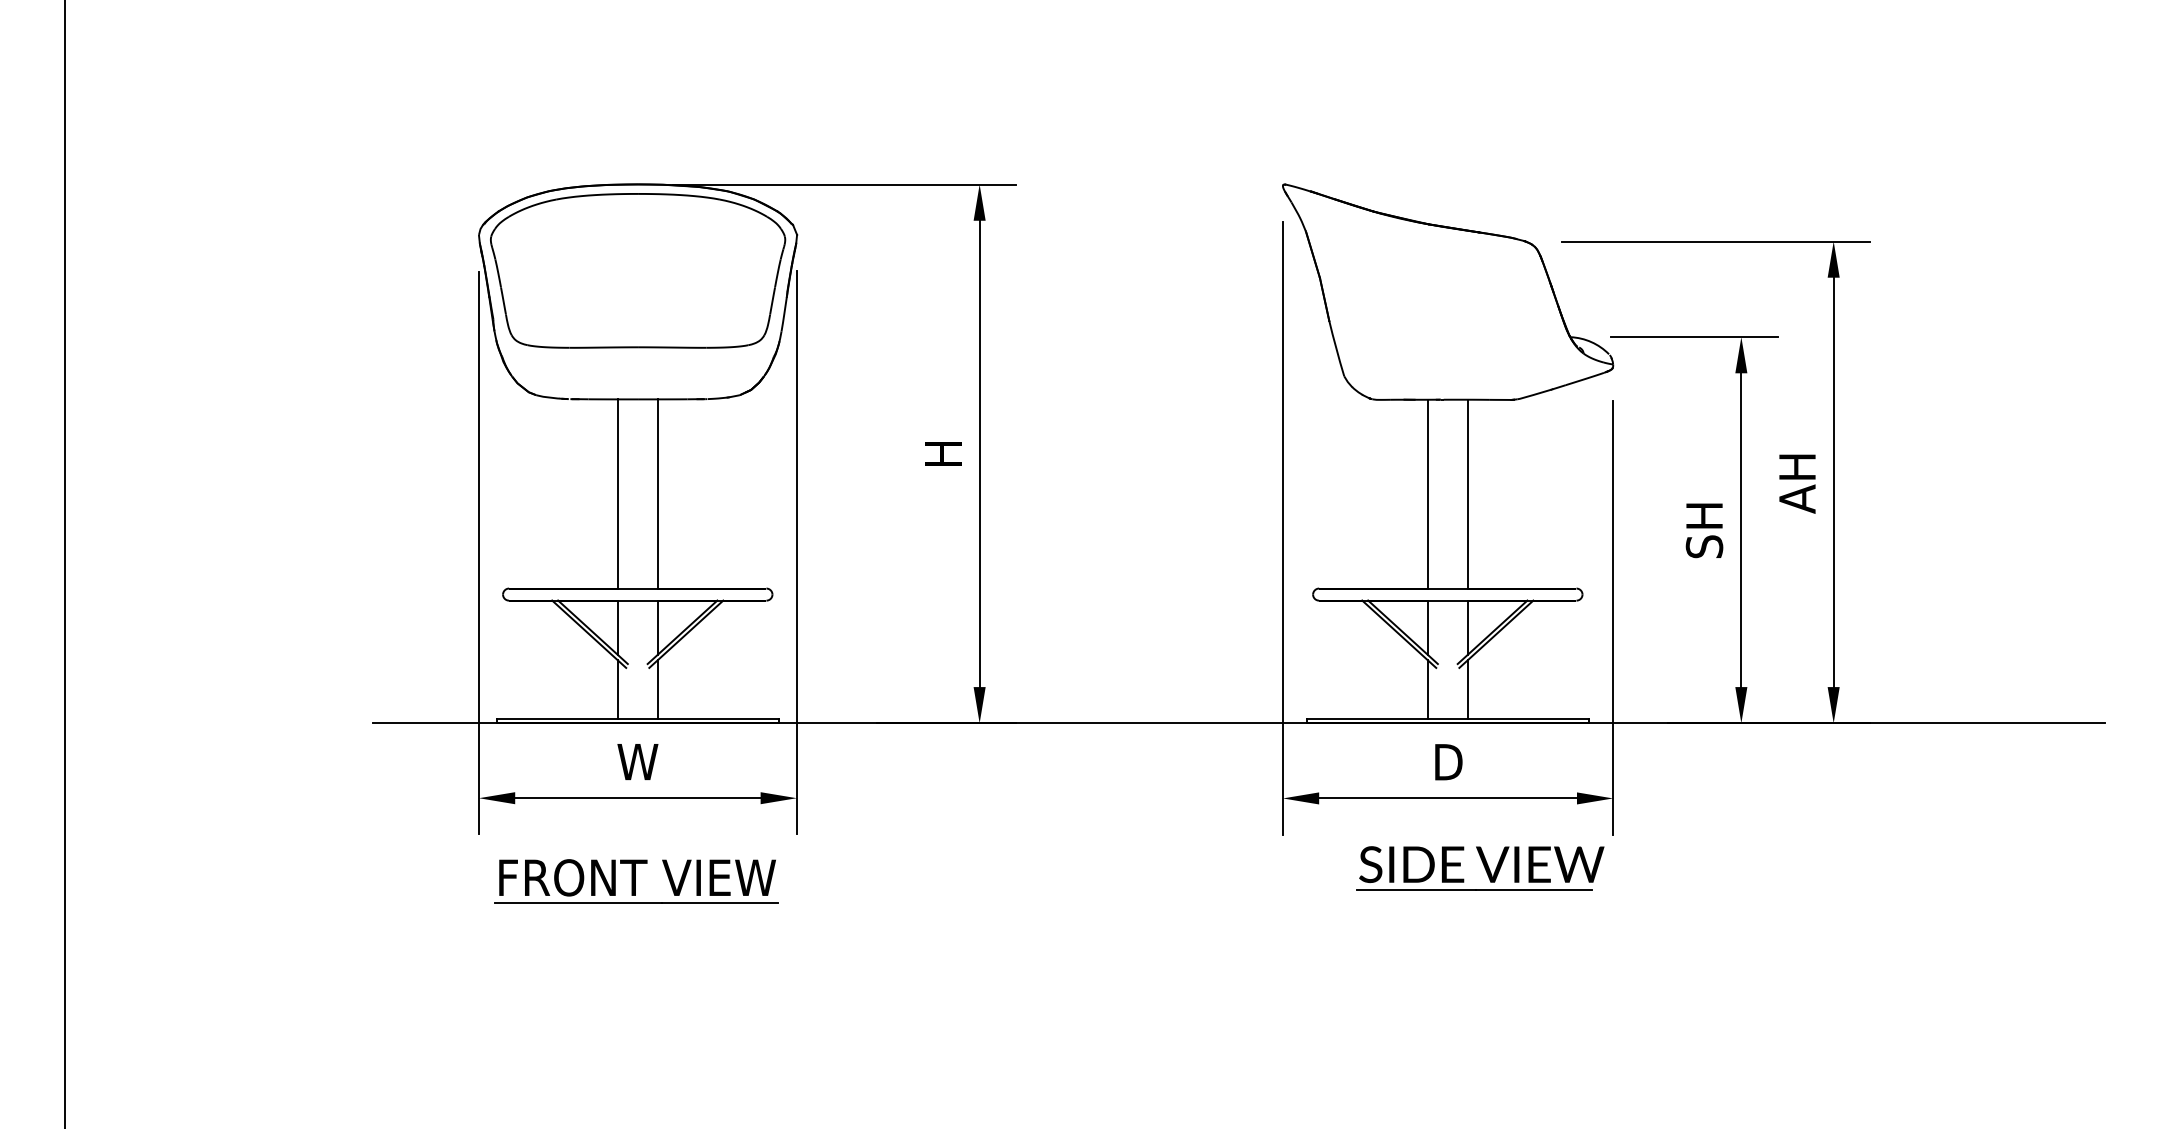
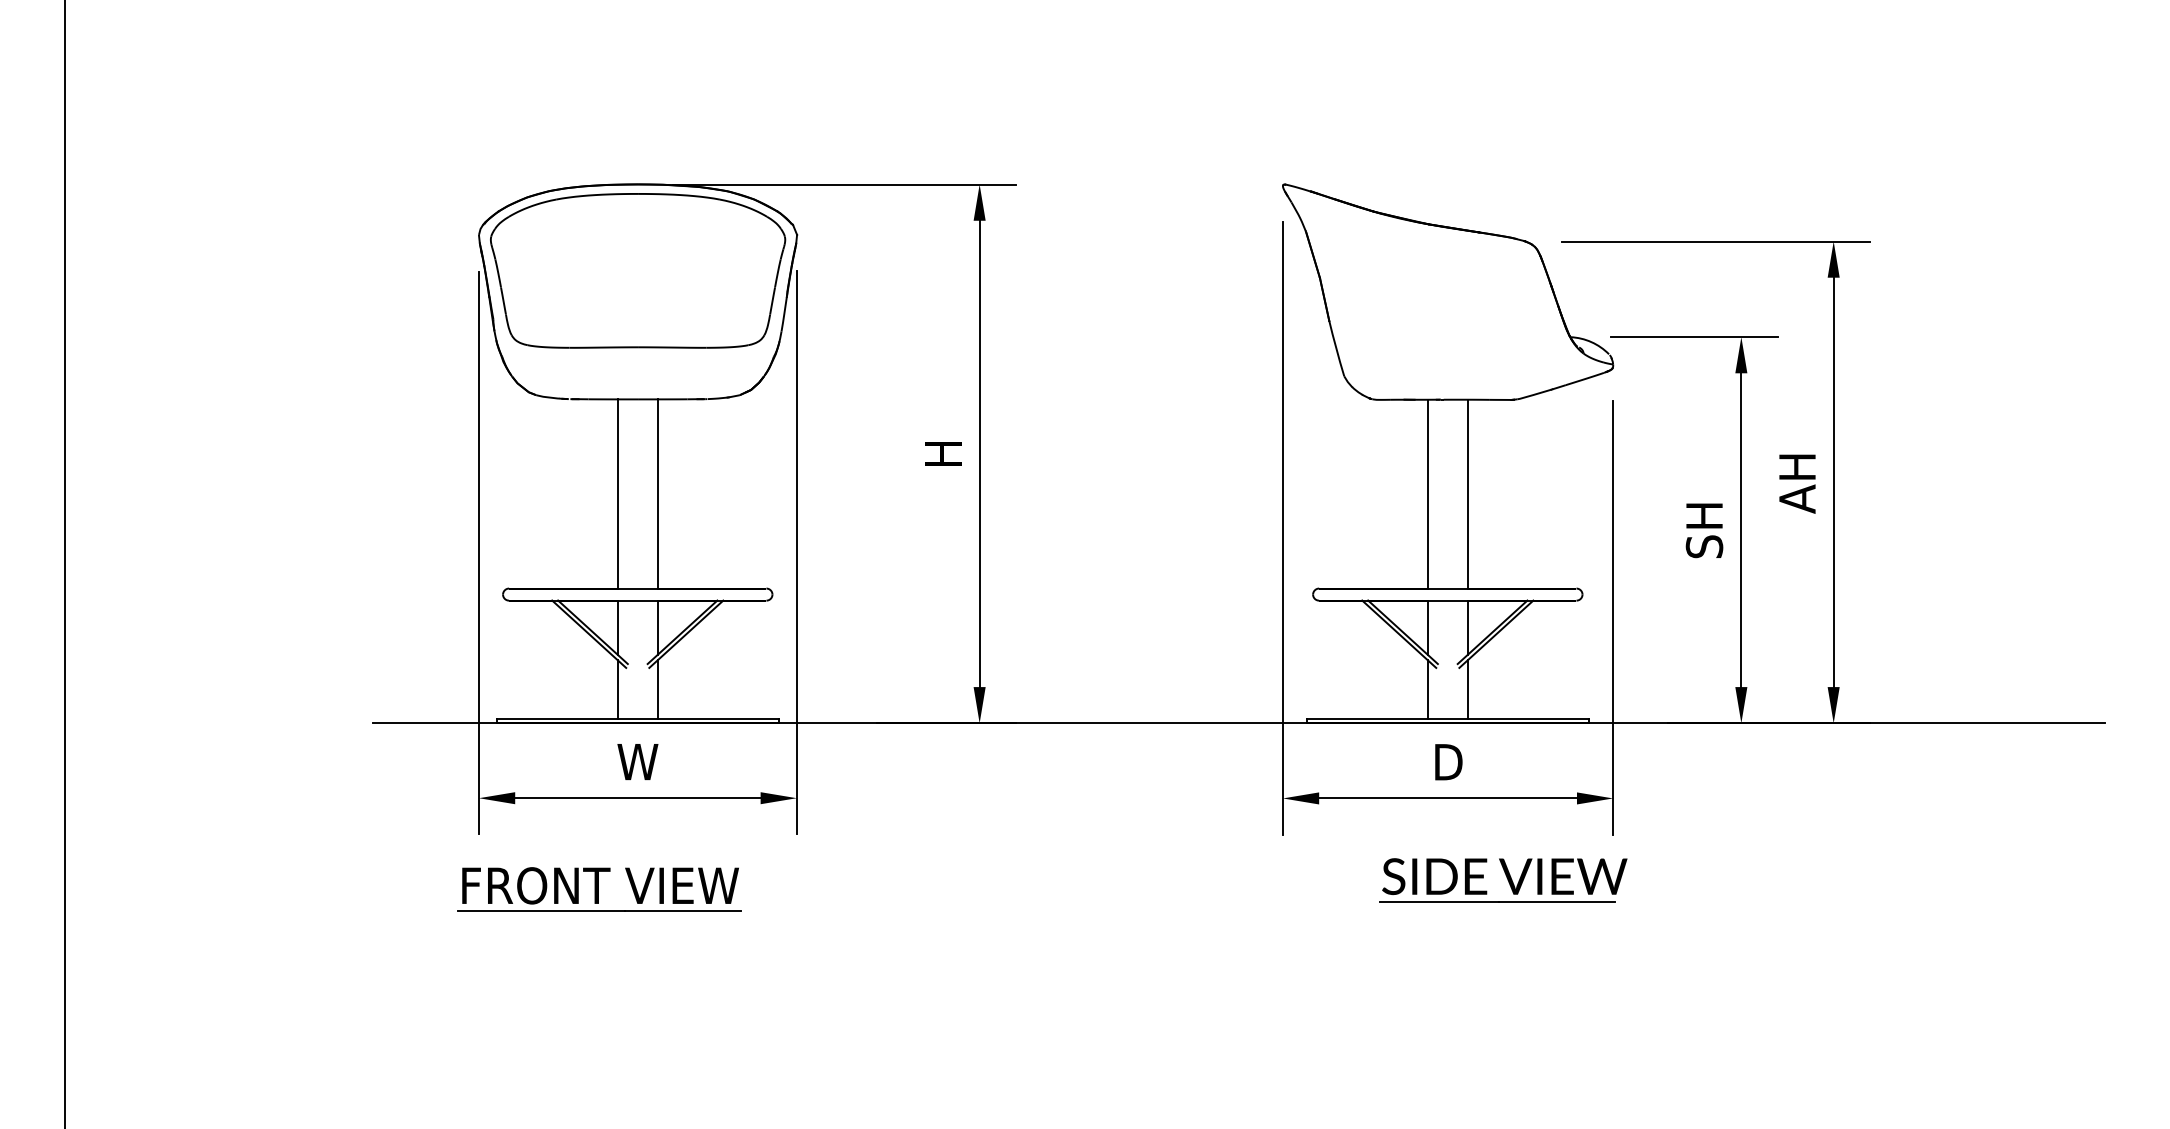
part at (1480, 868) position: (1480, 868) -> (1503, 880)
part at (636, 881) position: (636, 881) -> (599, 889)
